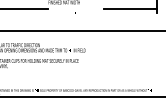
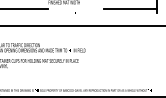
line at (82, 31) position: (82, 31) -> (82, 26)
